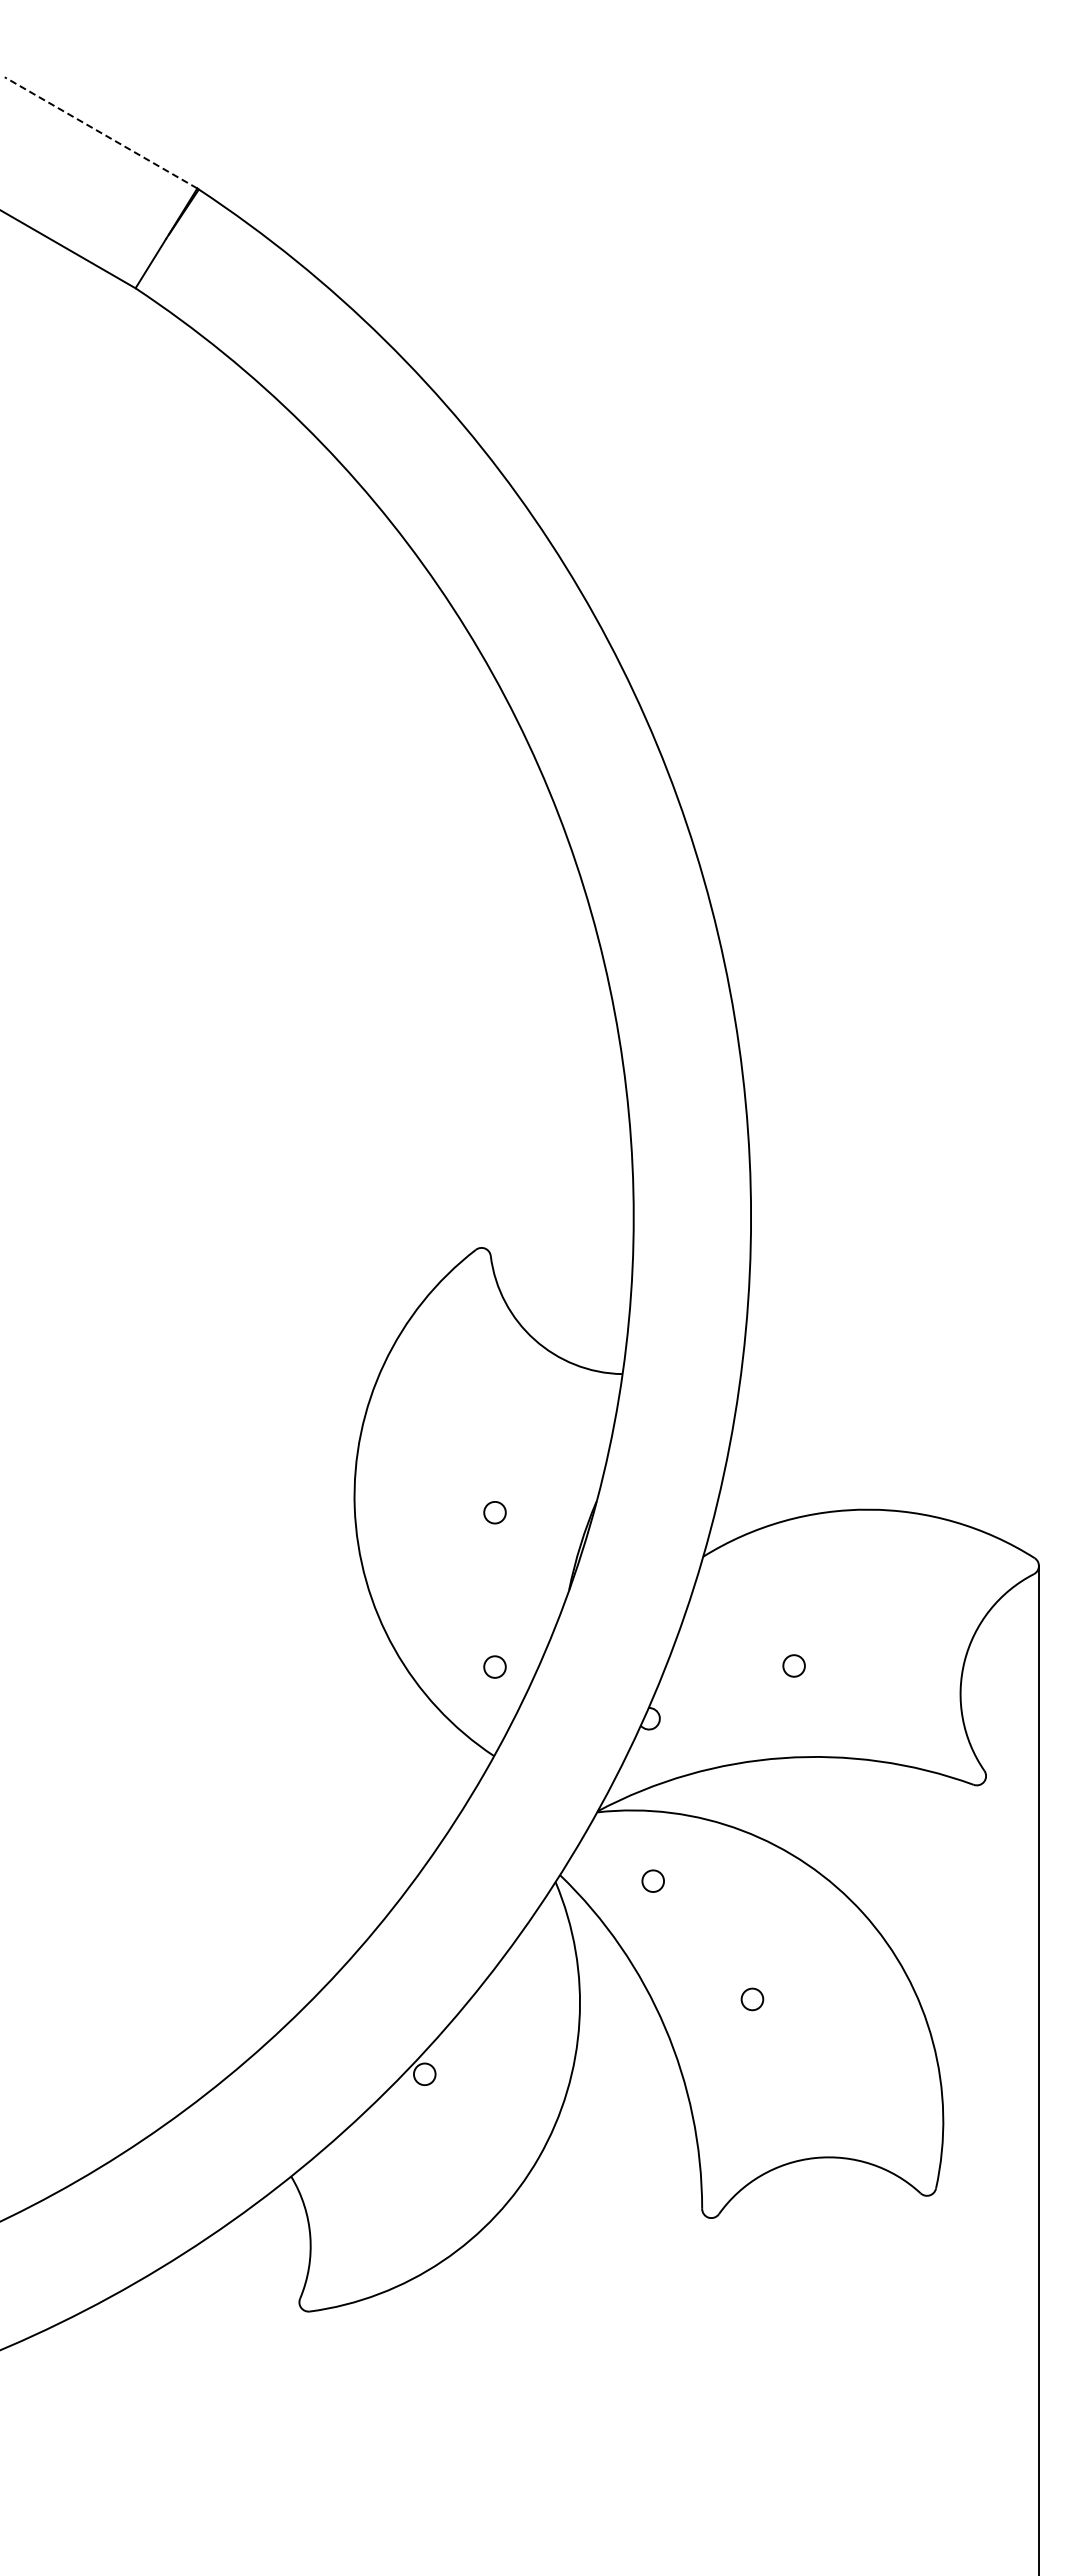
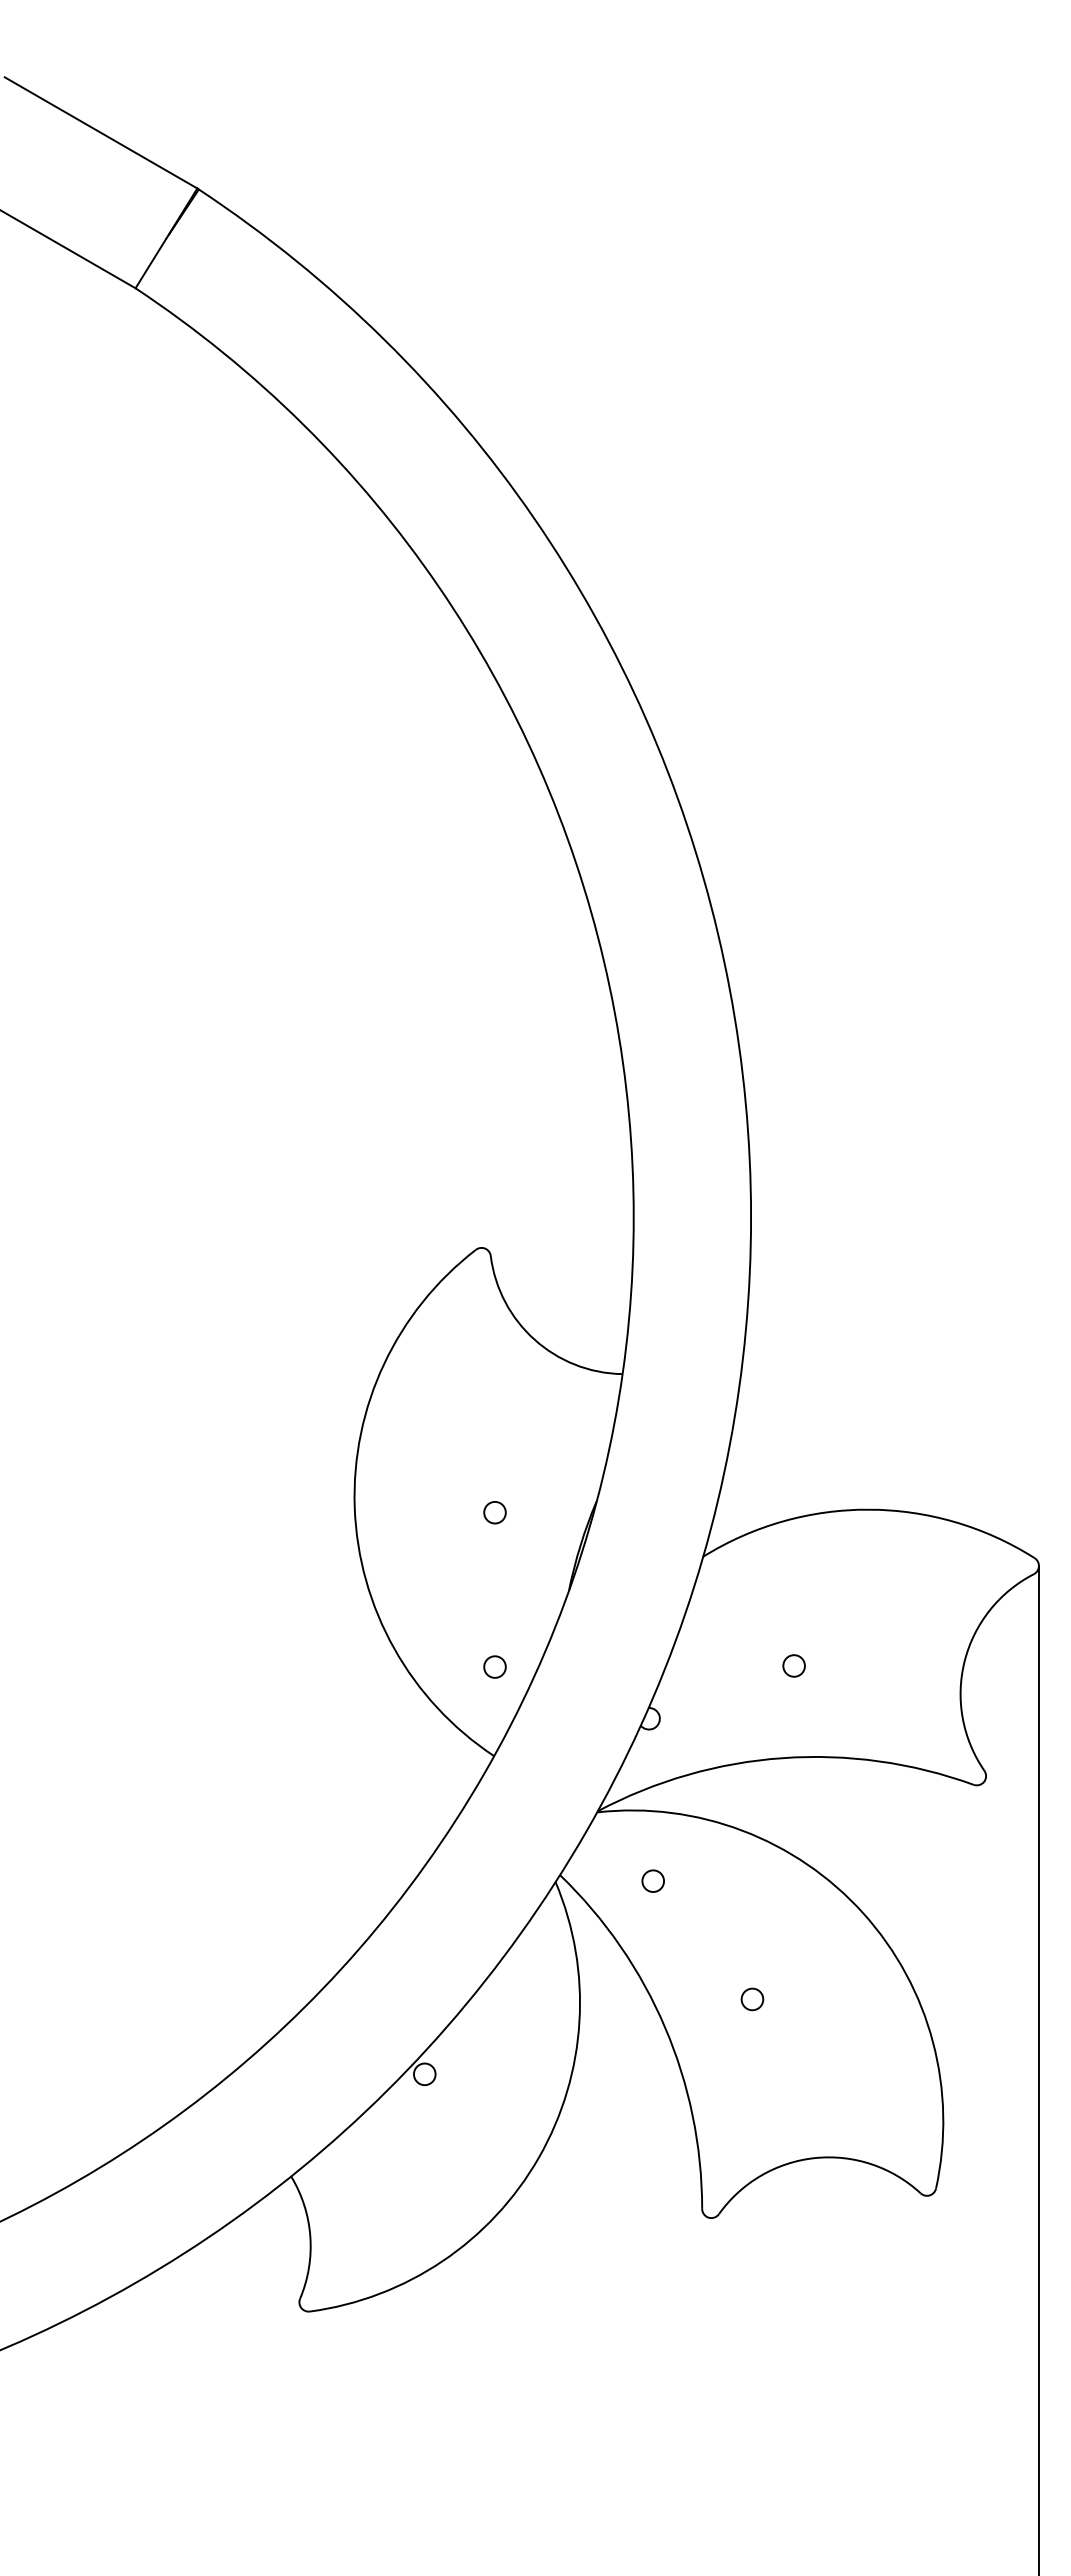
line at (100, 132): dashed -> solid
